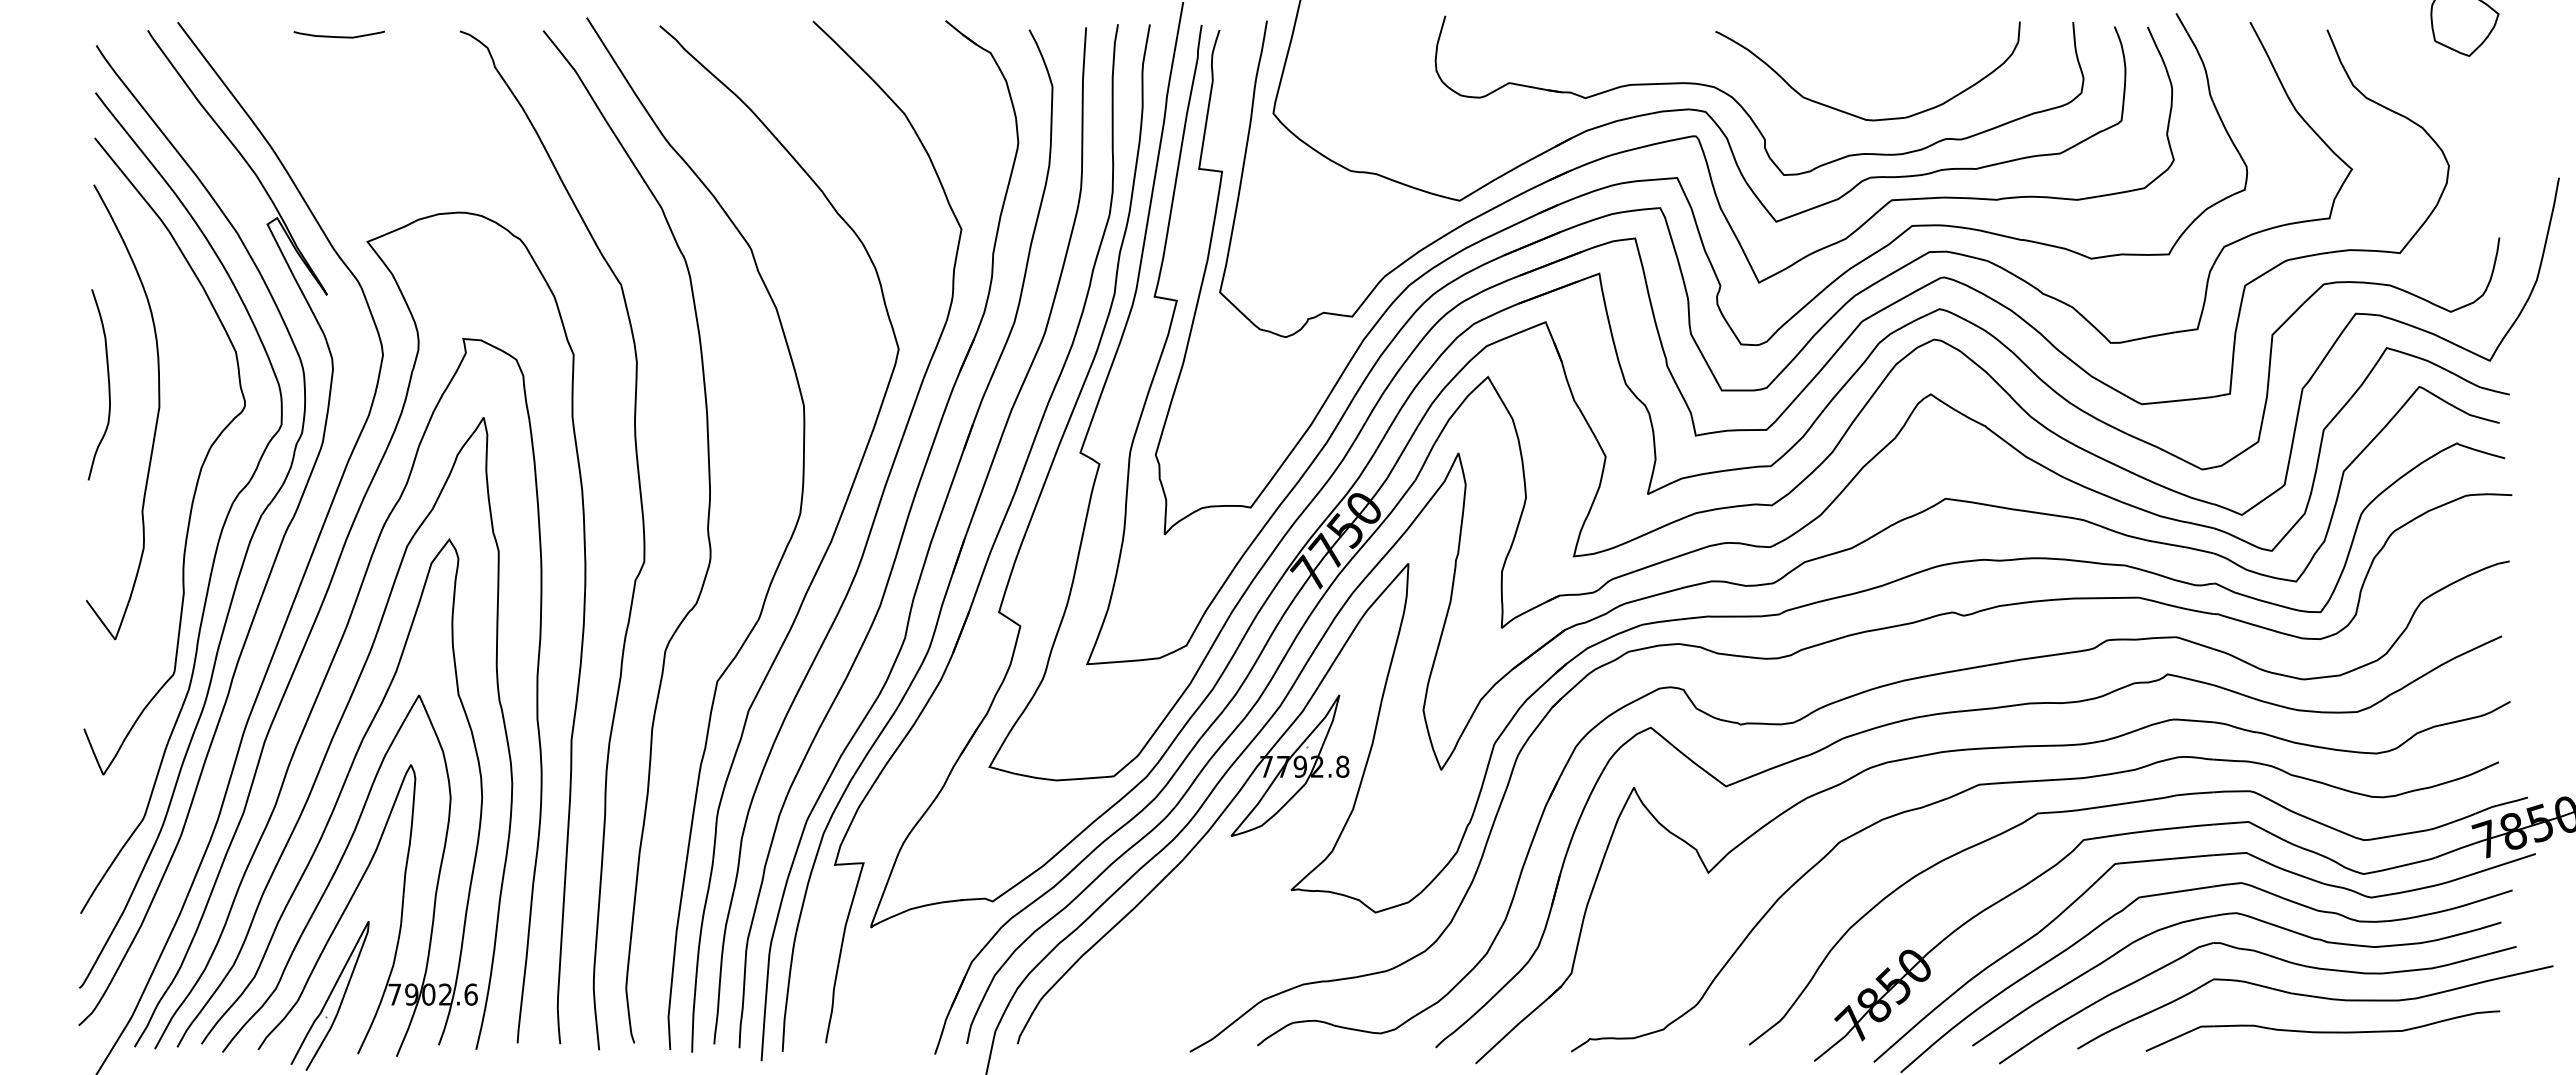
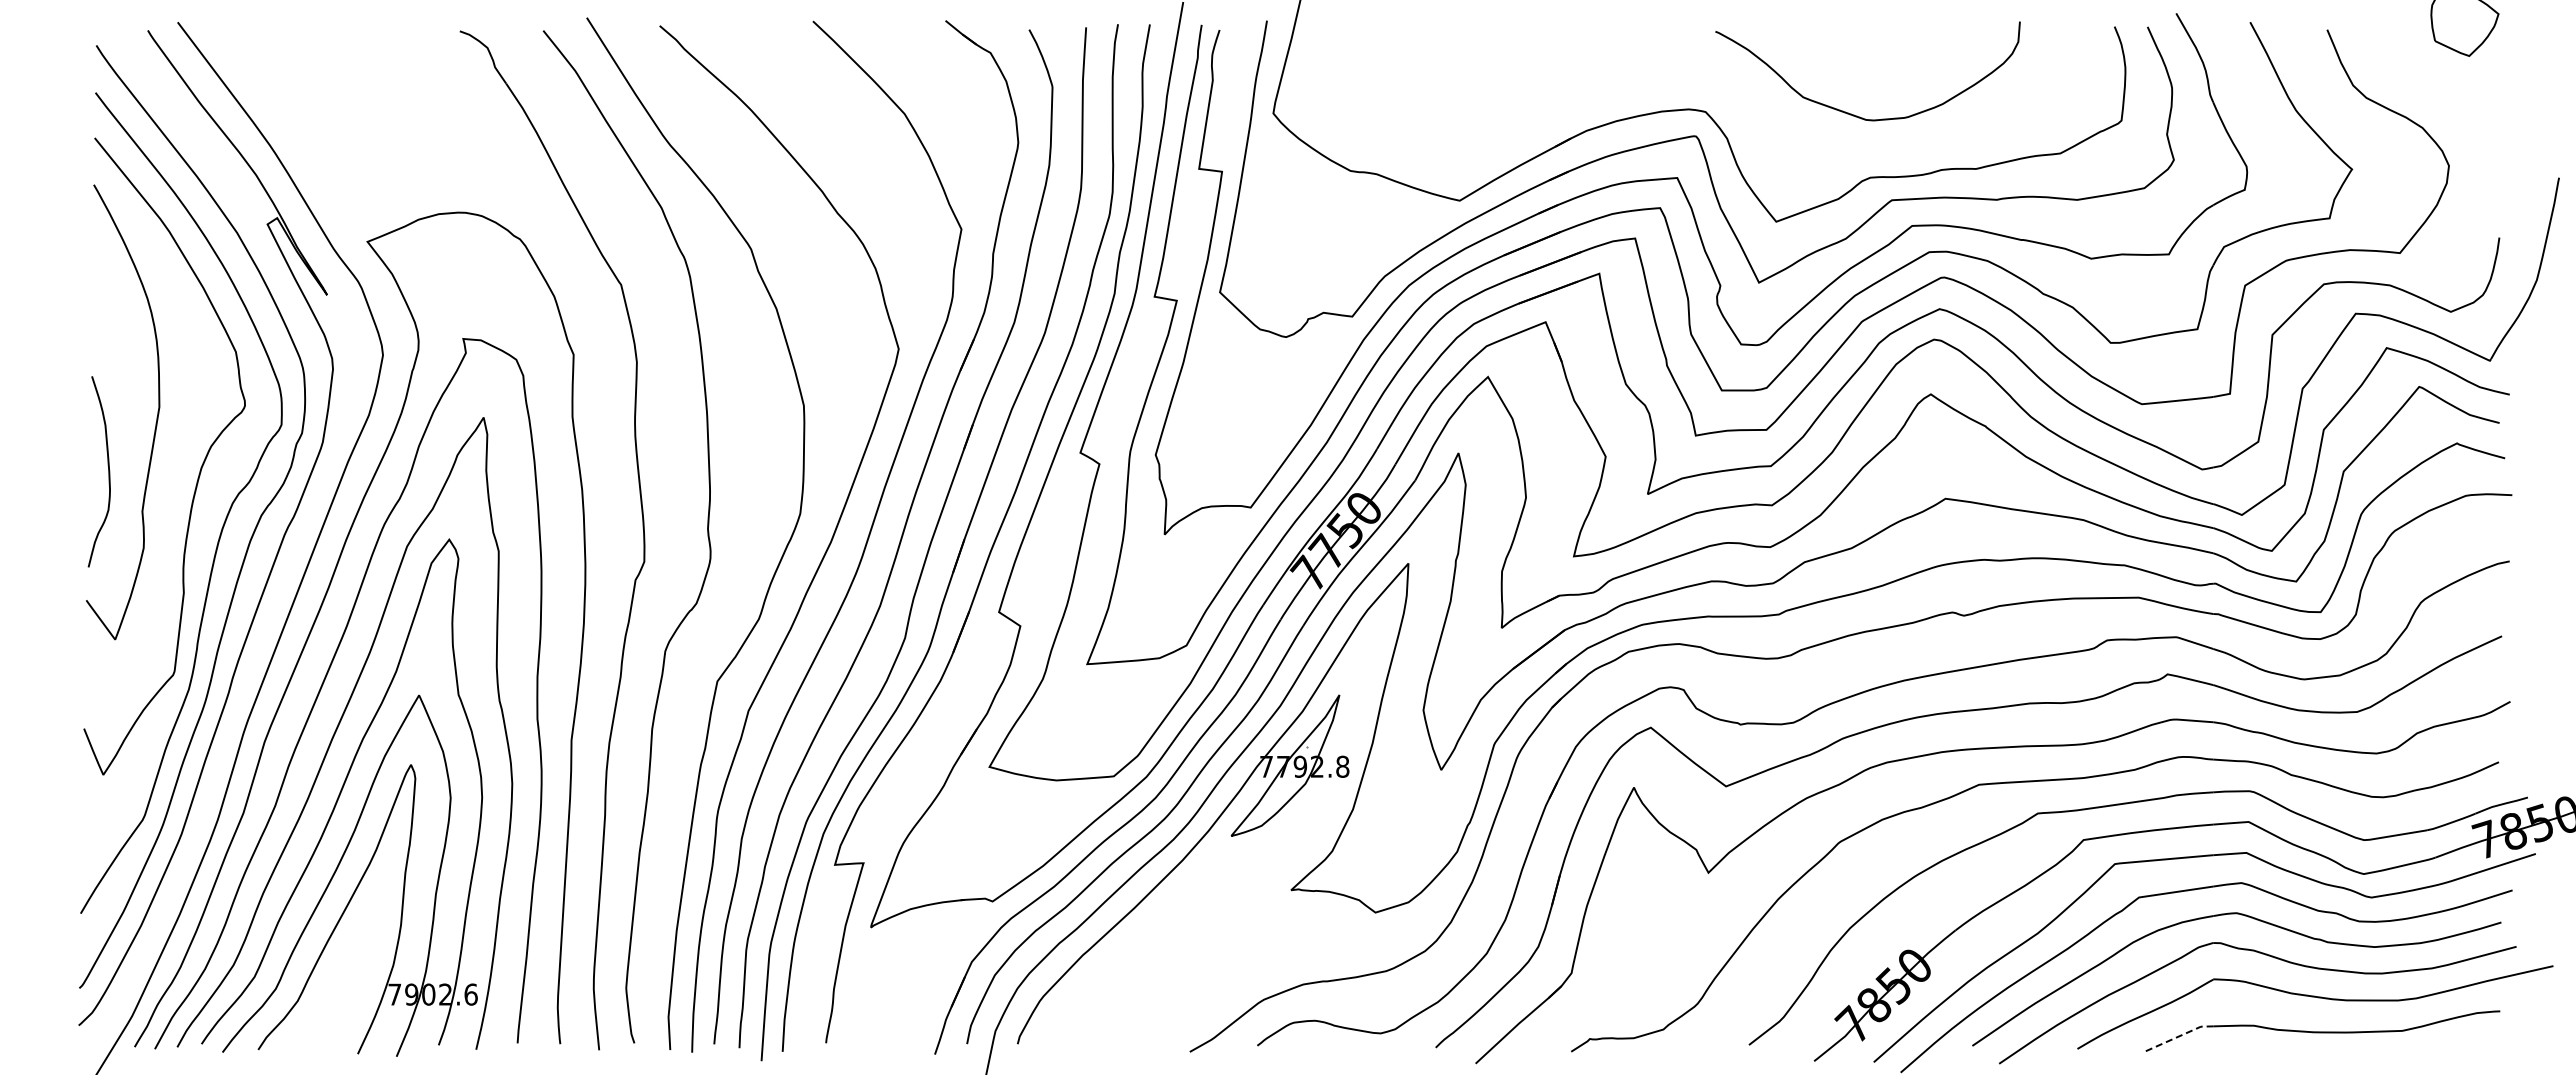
curve at (338, 36): present -> none
part at (1745, 109): present -> none
curve at (108, 384) position: (108, 384) -> (108, 471)
part at (329, 995): present -> none
line at (2180, 1035): solid -> dashed
